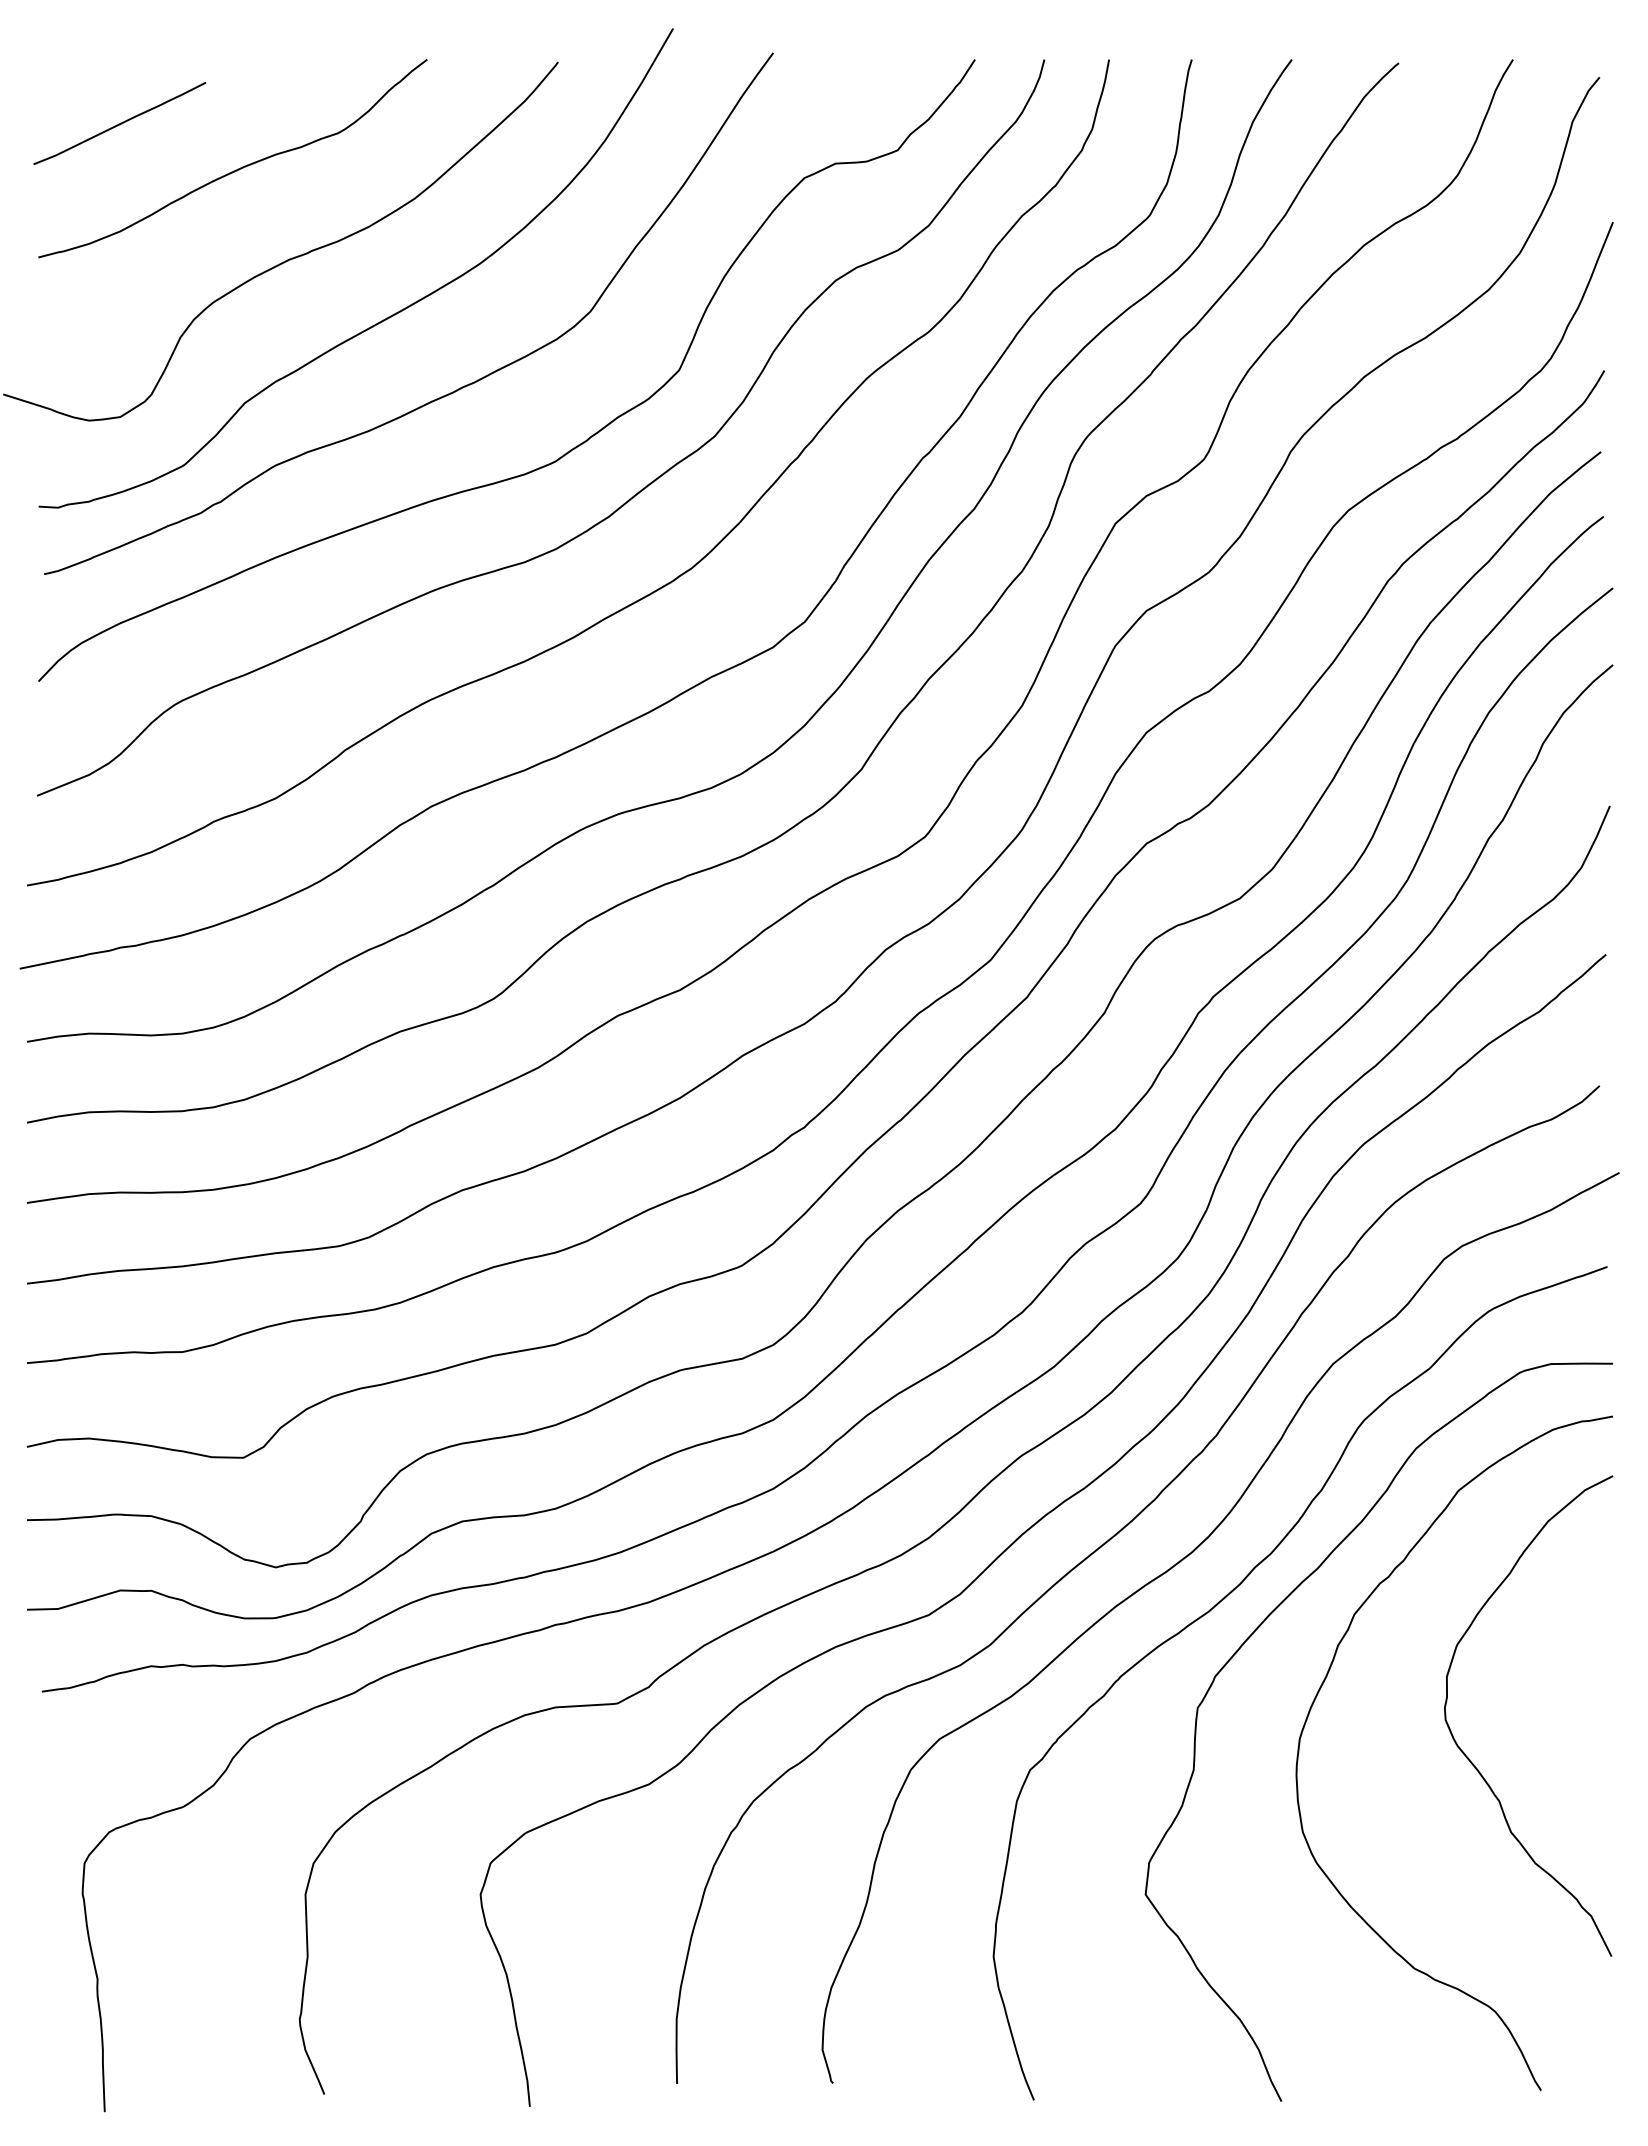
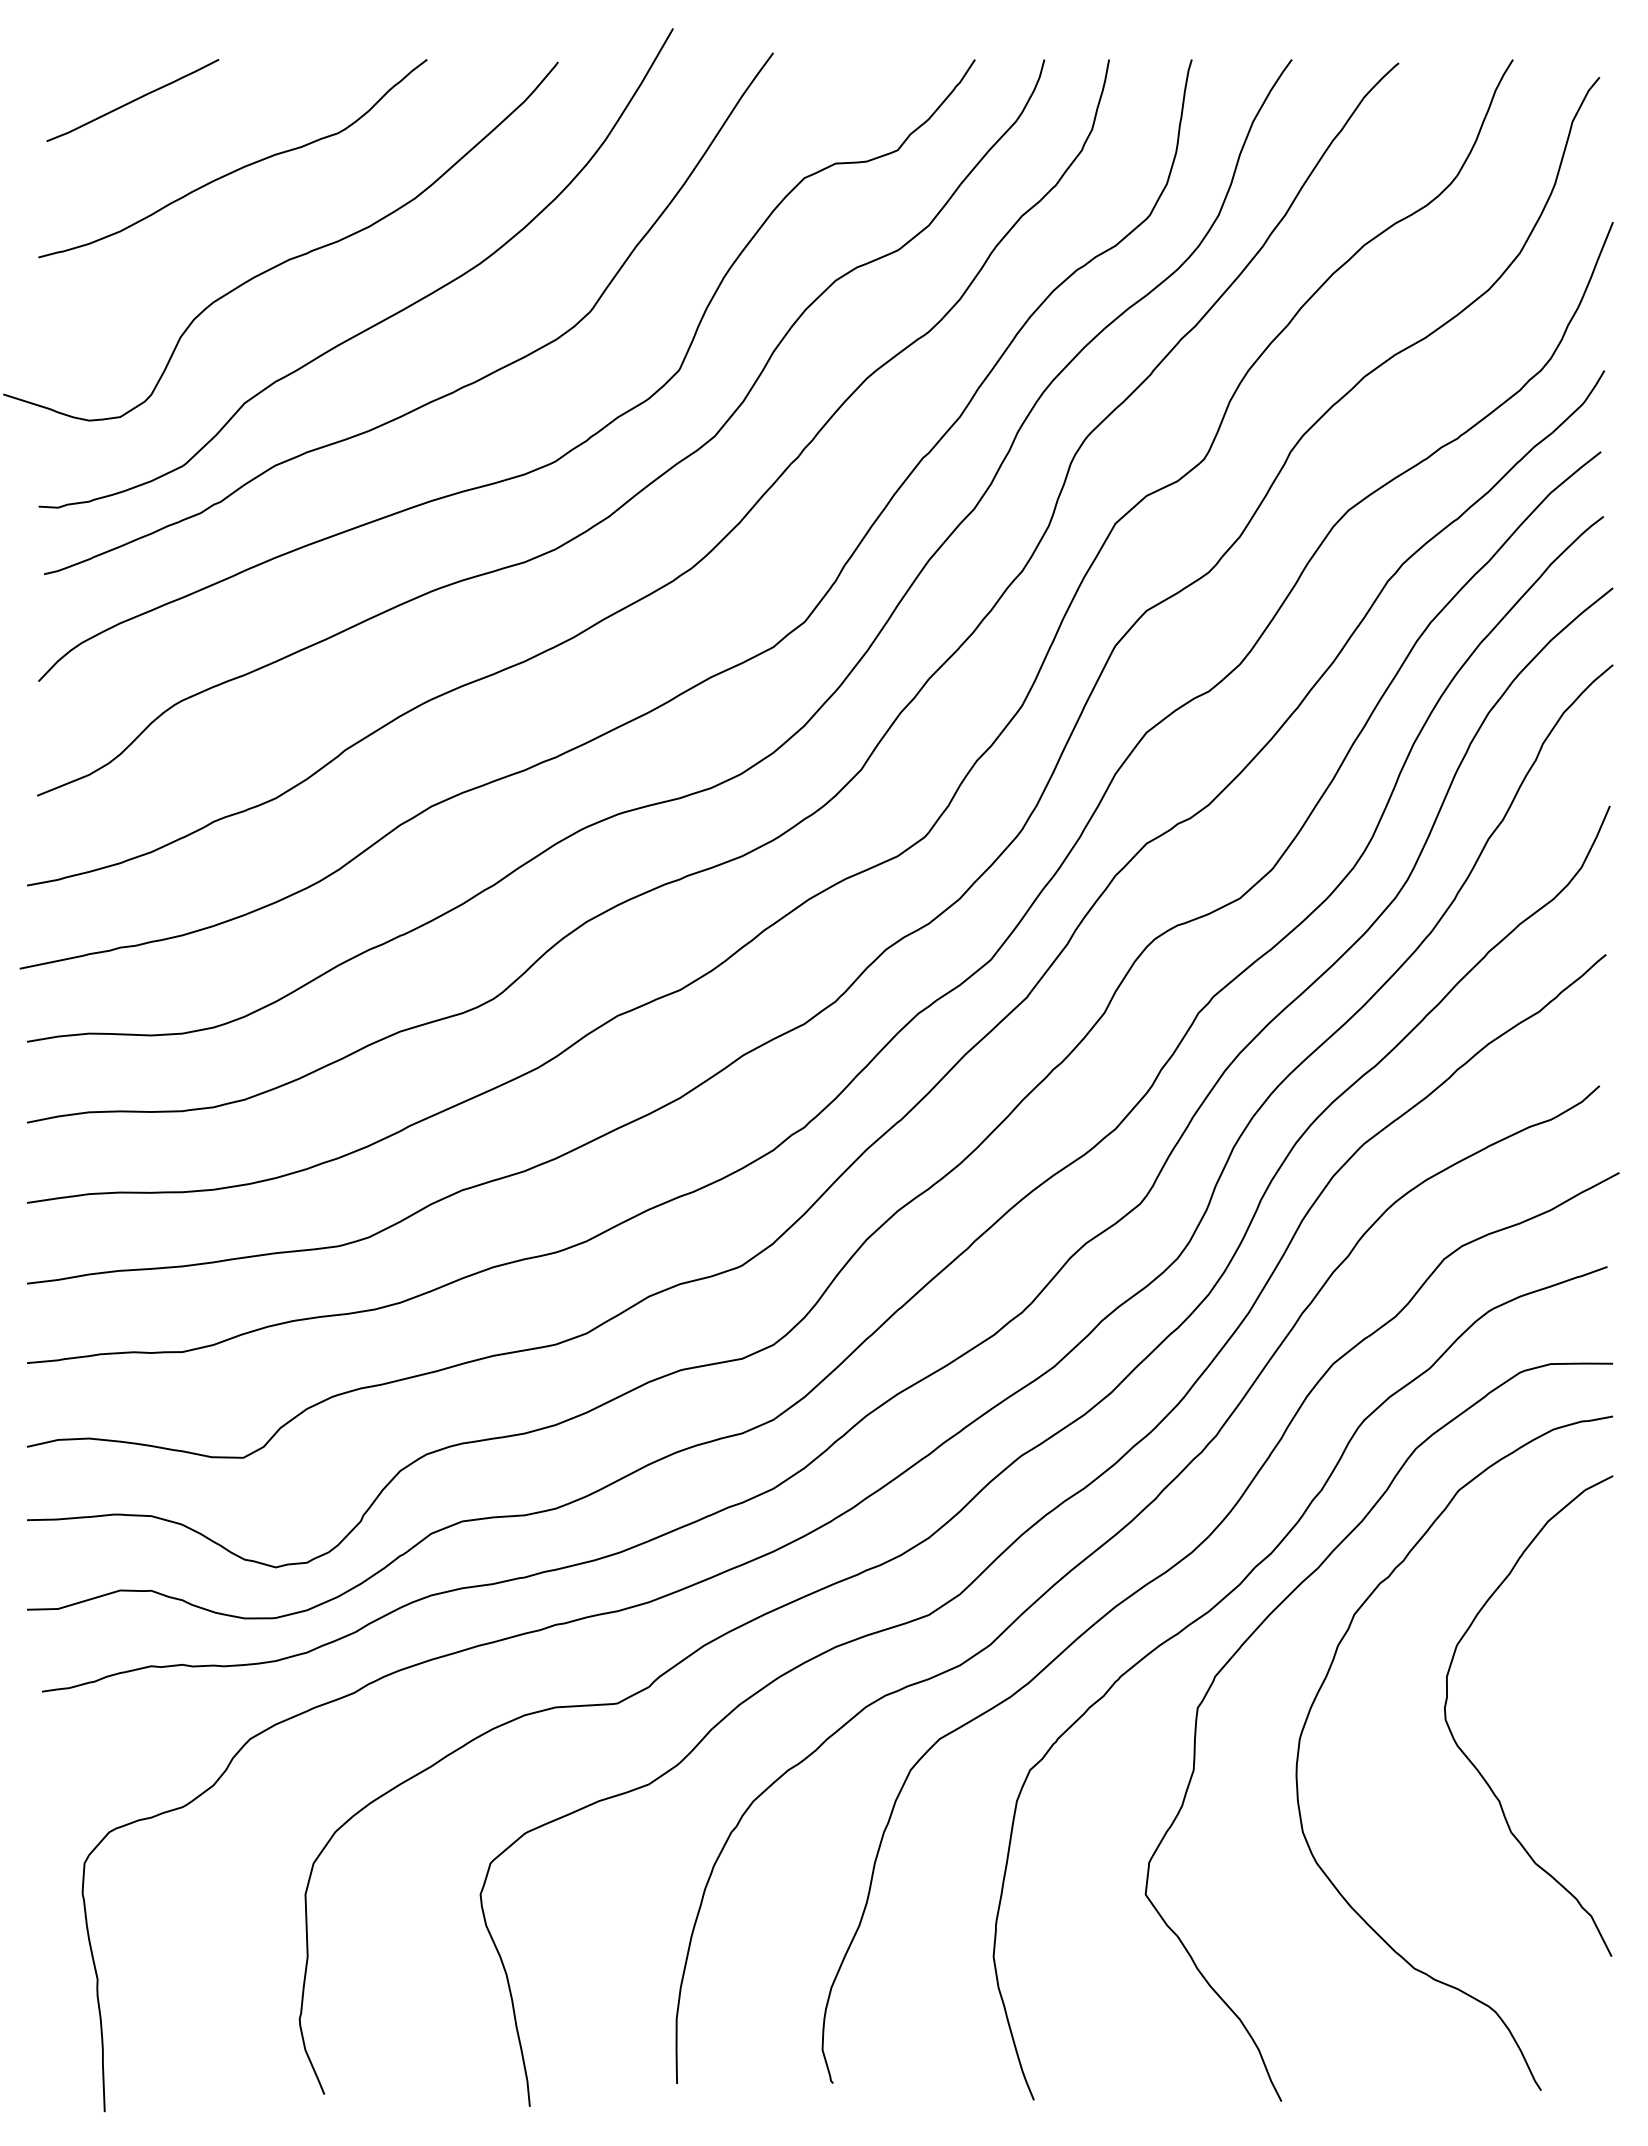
curve at (119, 123) position: (119, 123) -> (132, 100)
